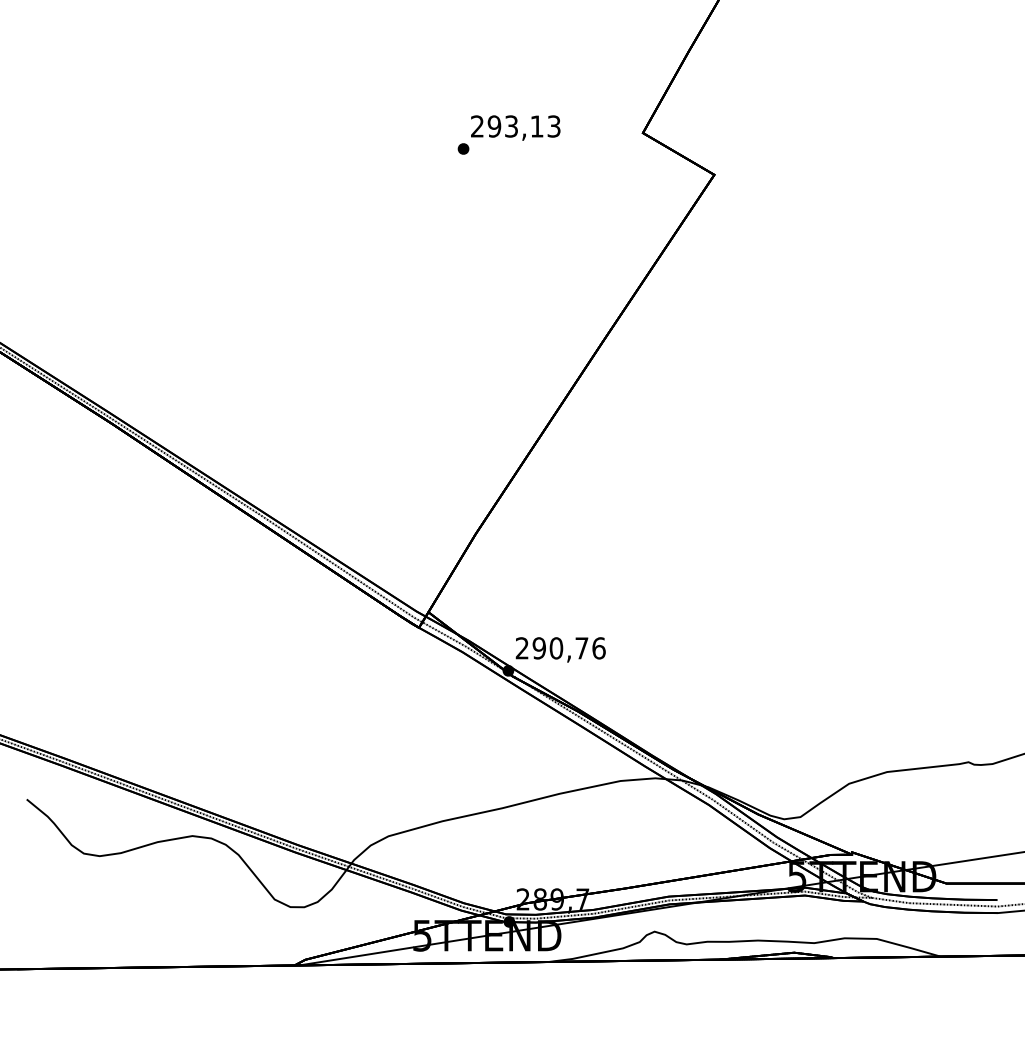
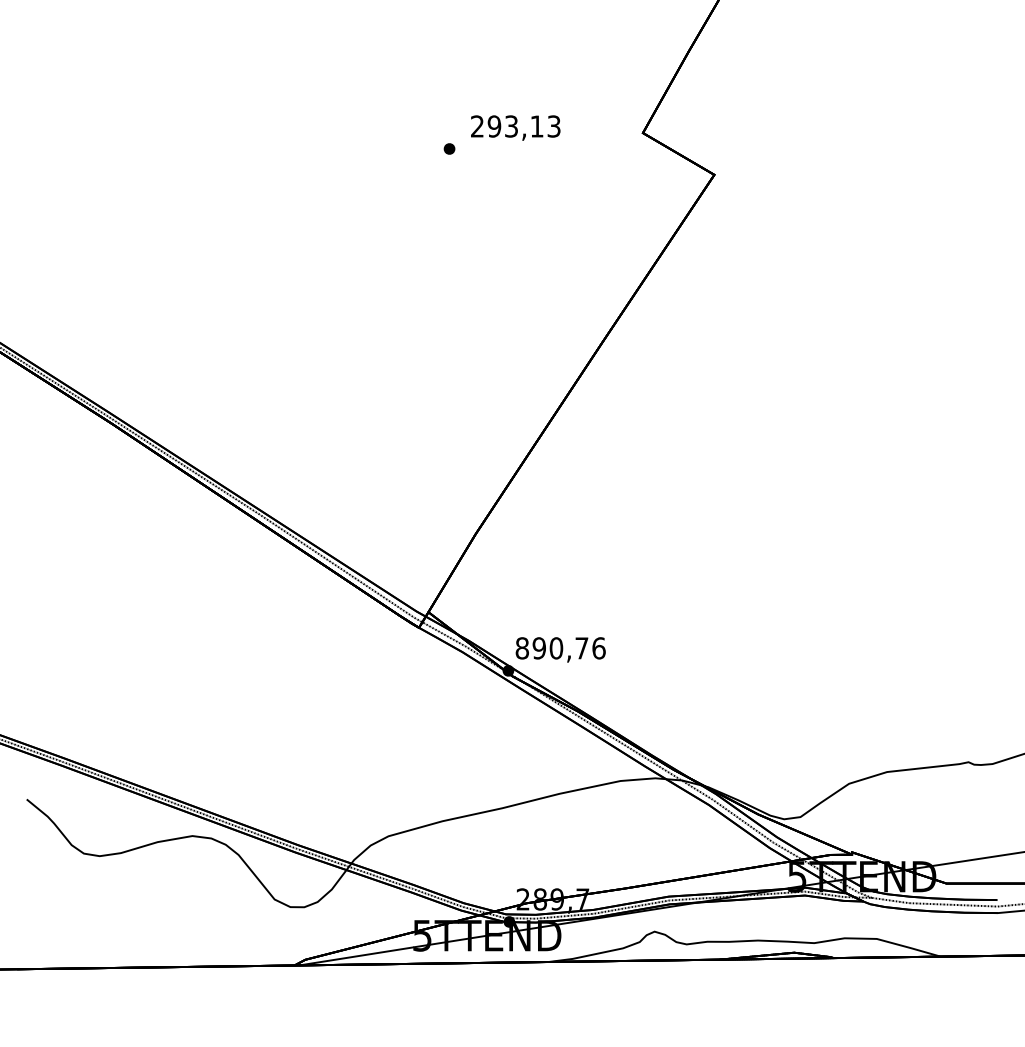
part at (463, 148) position: (463, 148) -> (449, 148)
text at (521, 648): 290,76 -> 890,76
